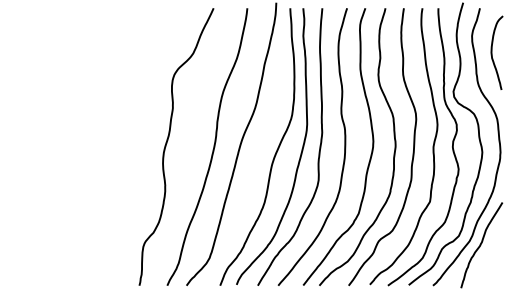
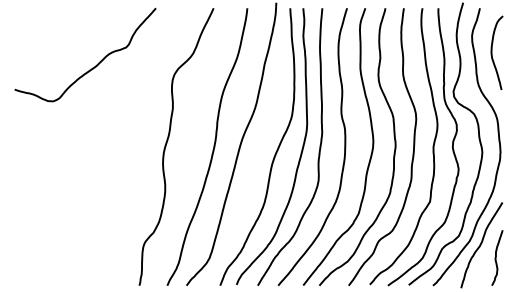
curve at (92, 67): none -> present
curve at (496, 257): none -> present
